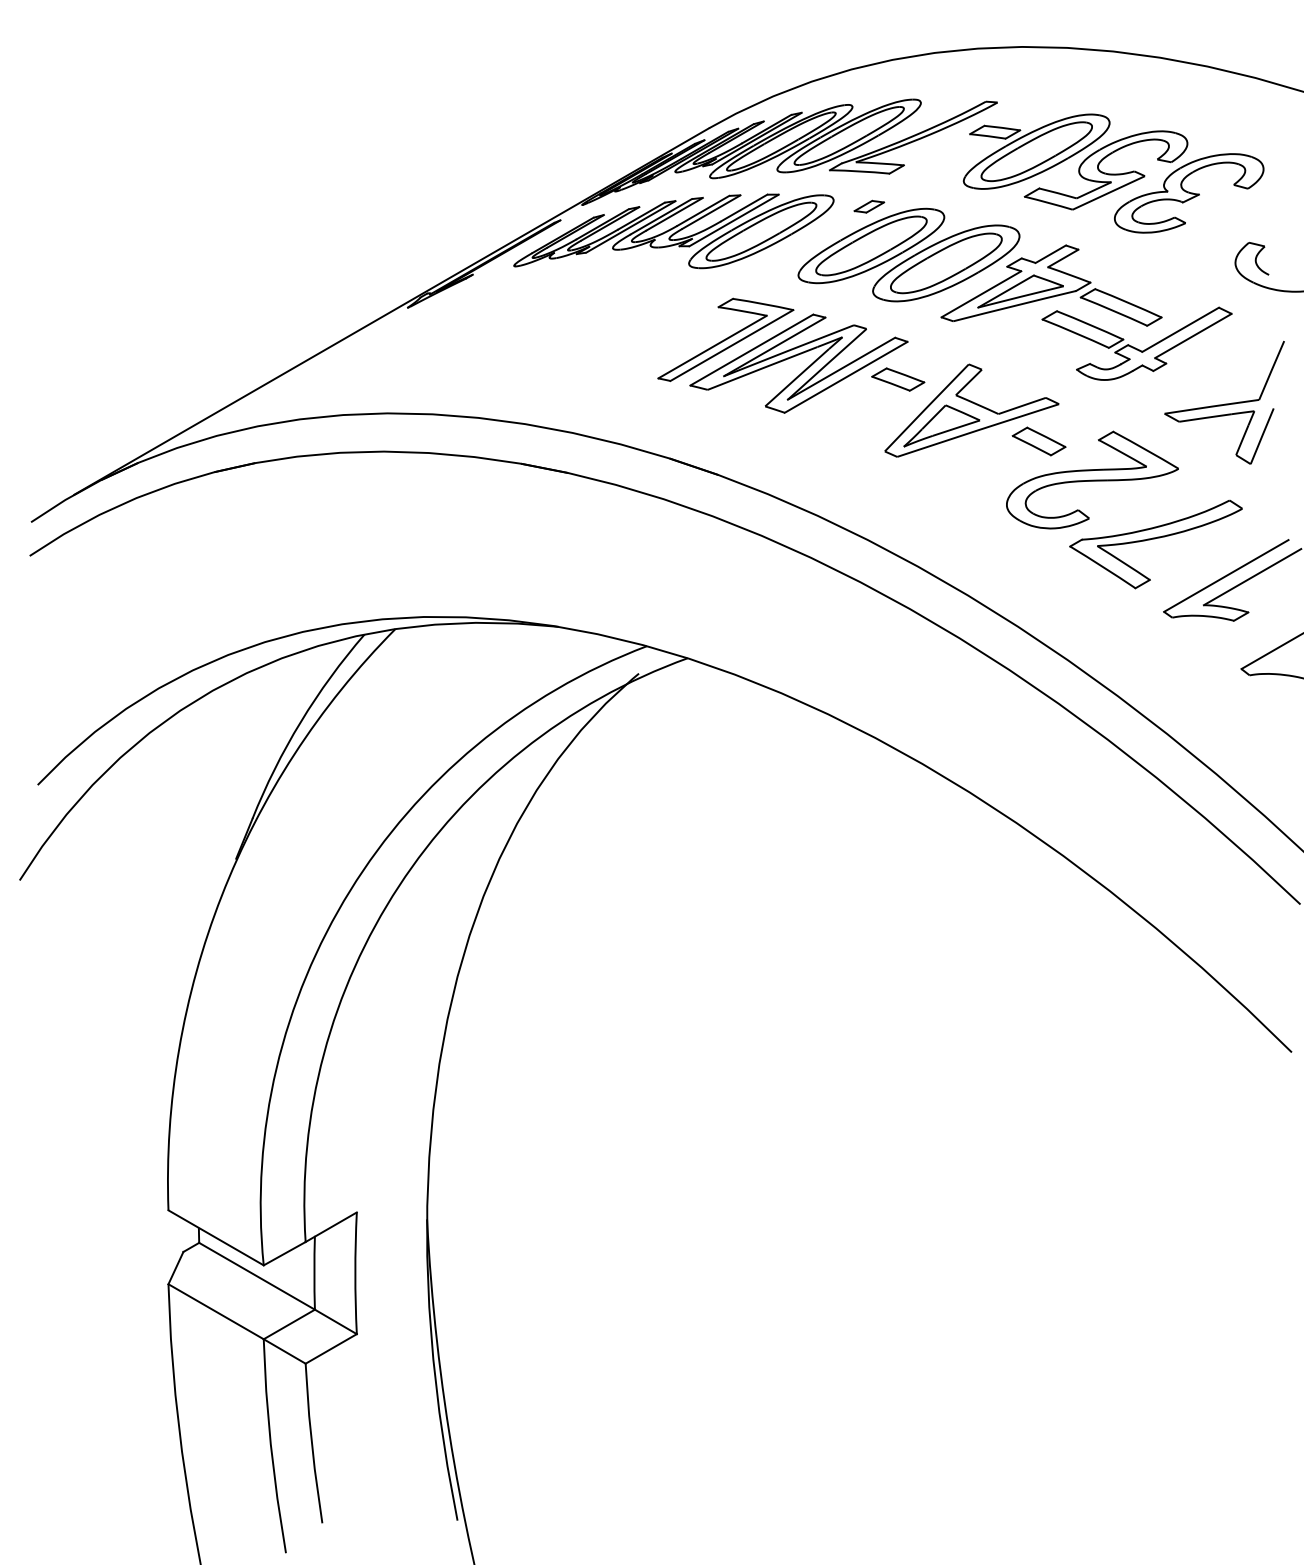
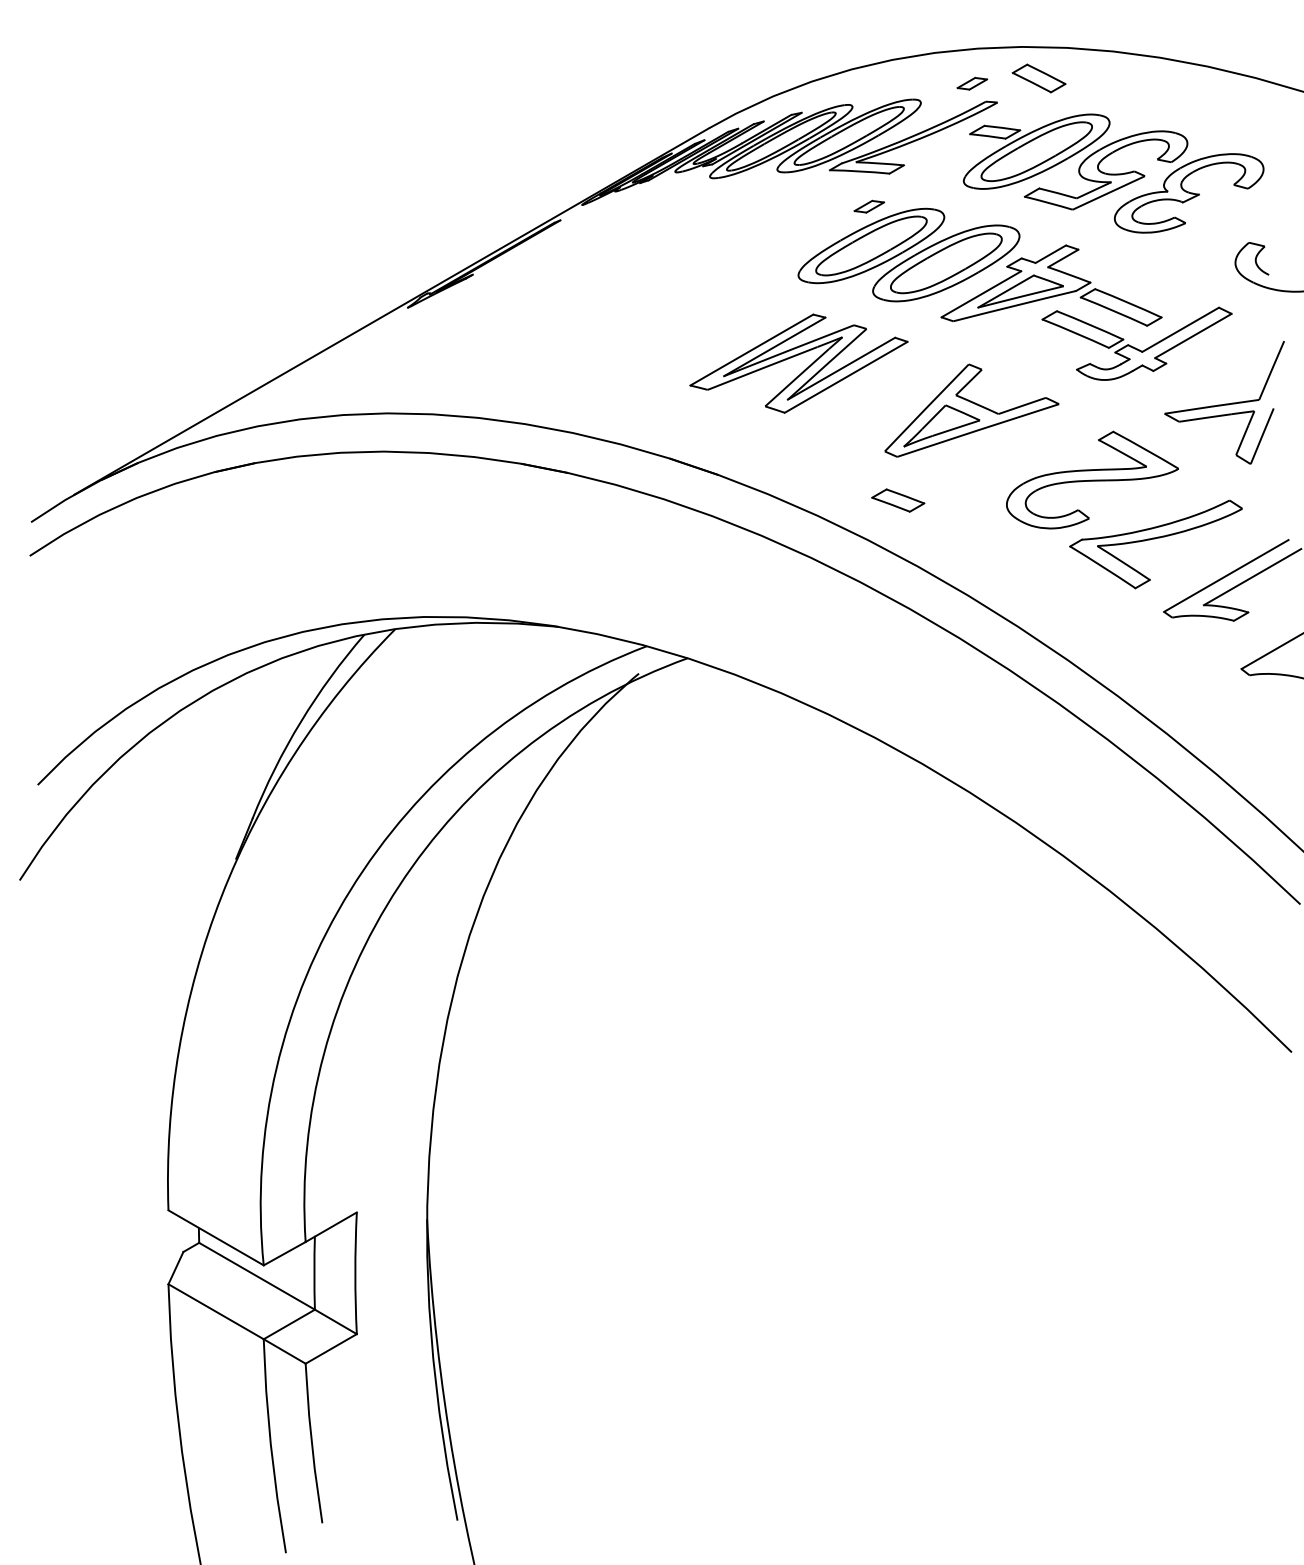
part at (972, 83): none -> present
part at (673, 231): present -> none
part at (725, 339): present -> none
part at (898, 379) position: (898, 379) -> (898, 500)
part at (1038, 441) position: (1038, 441) -> (1038, 78)
